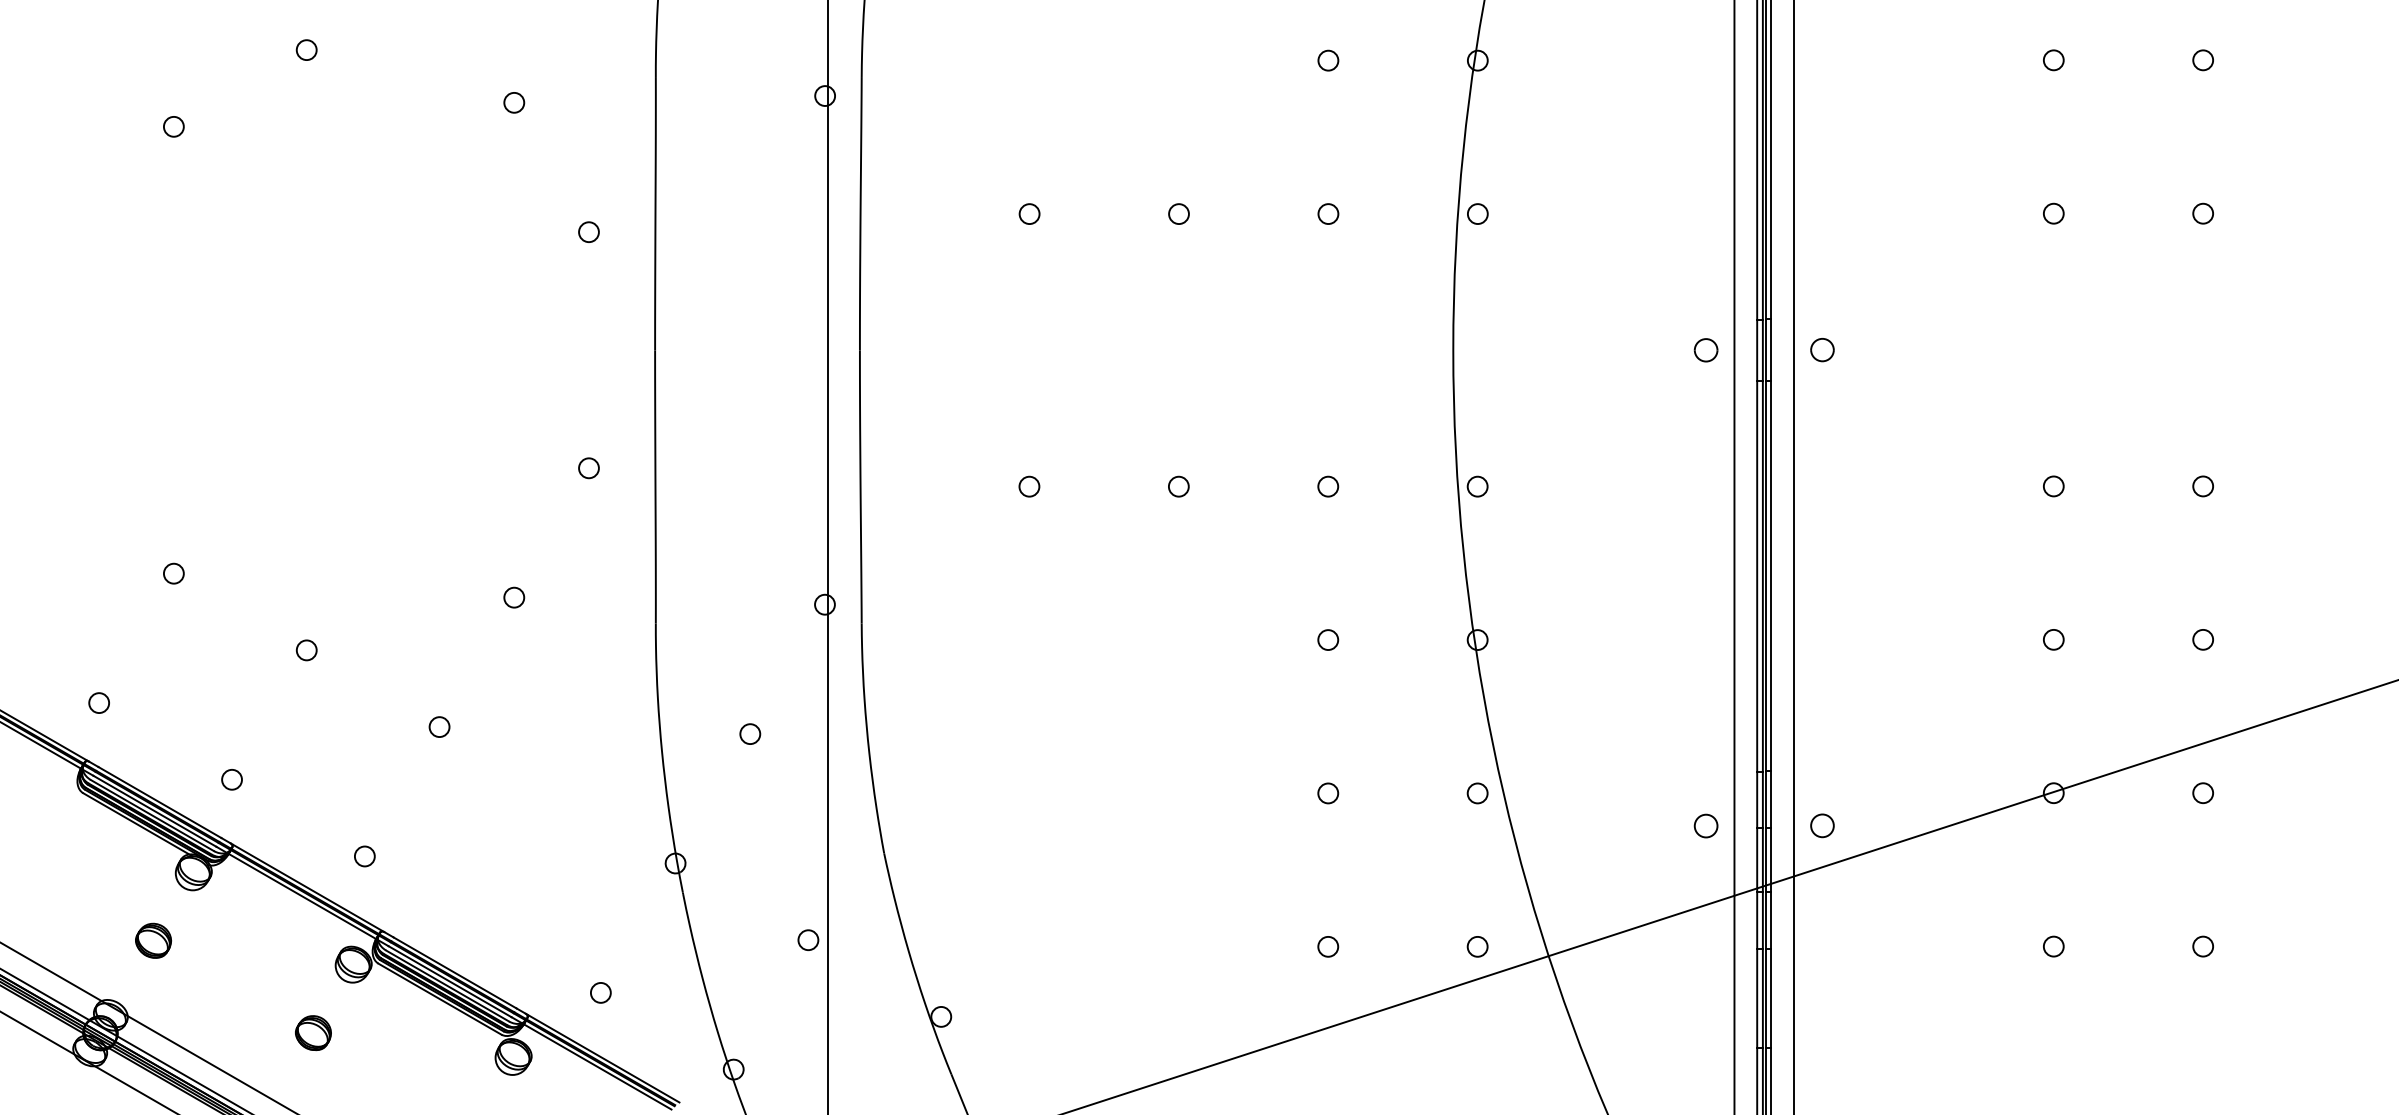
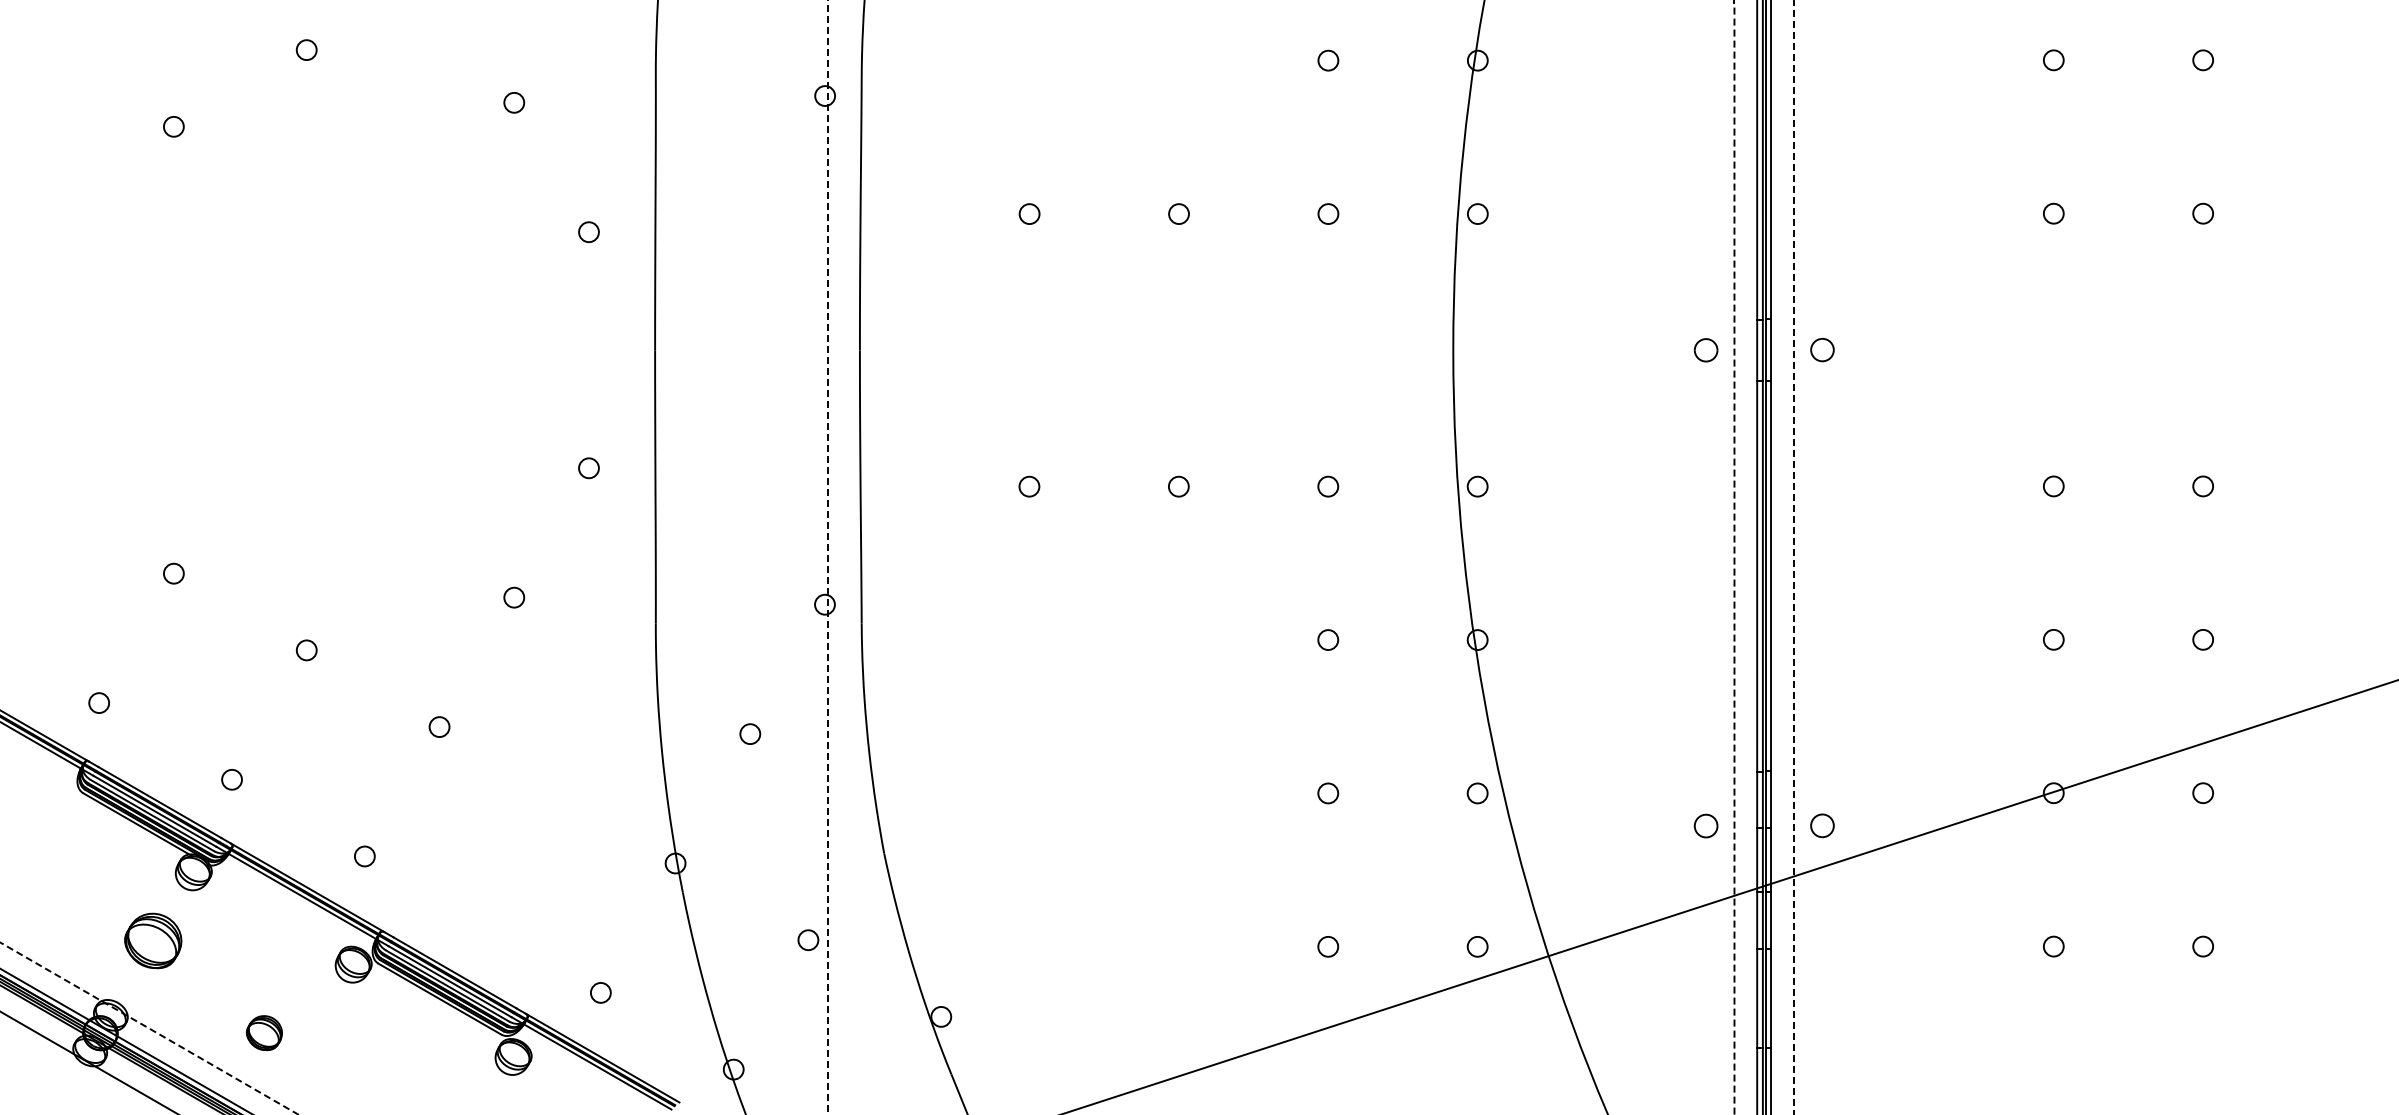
line at (828, 557): solid -> dashed
line at (1734, 557): solid -> dashed
line at (1794, 557): solid -> dashed
part at (153, 940) size: 38x37 px -> 59x58 px
line at (149, 1028): solid -> dashed
part at (313, 1033) position: (313, 1033) -> (264, 1033)
